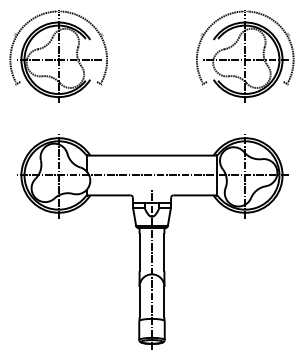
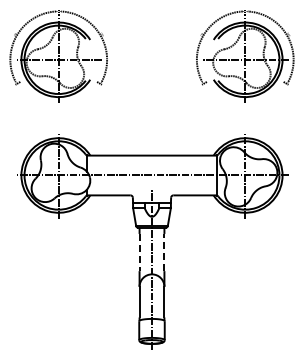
line at (139, 252): solid -> dashed
line at (164, 252): solid -> dashed
